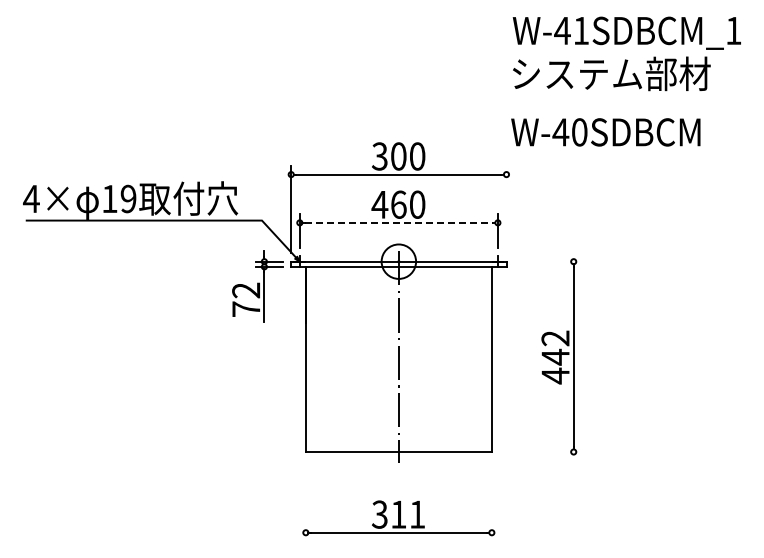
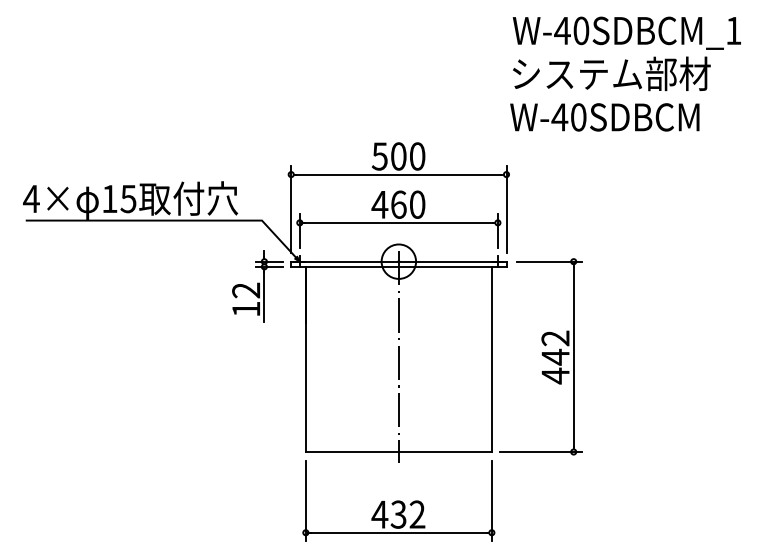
text at (581, 30): W-41SDBCM_1 -> W-40SDBCM_1
text at (605, 132) position: (605, 132) -> (604, 117)
text at (379, 156): 300 -> 500
text at (128, 198): 19 -> 15
line at (506, 209): none -> present
line at (398, 222): dashed -> solid
line at (549, 261): none -> present
text at (245, 308): 72 -> 12
line at (541, 452): none -> present
line at (305, 500): none -> present
line at (491, 500): none -> present
text at (398, 514): 311 -> 432
